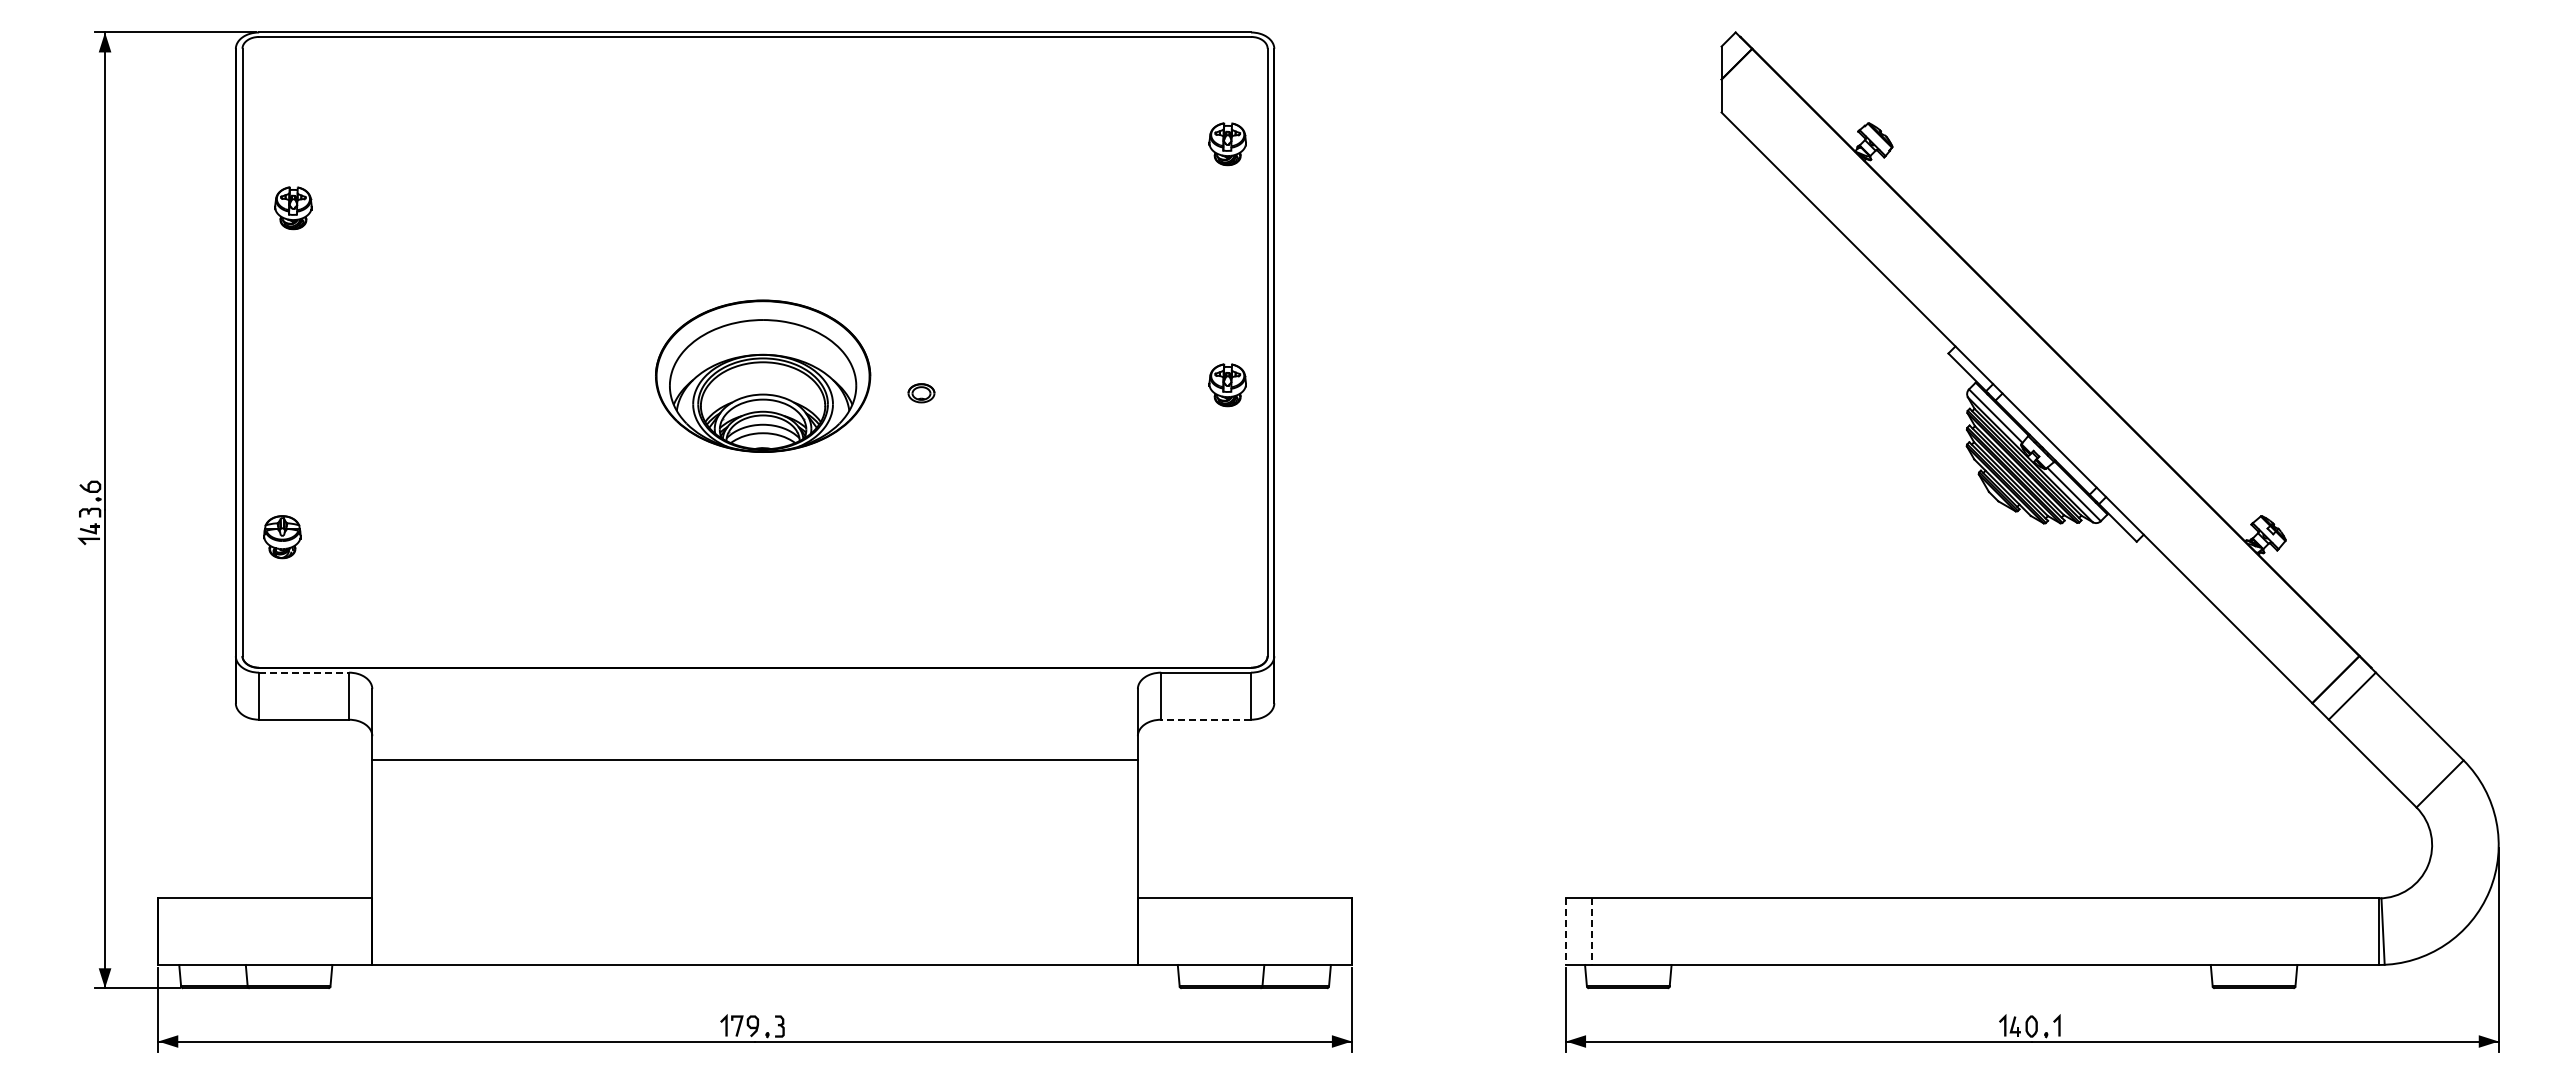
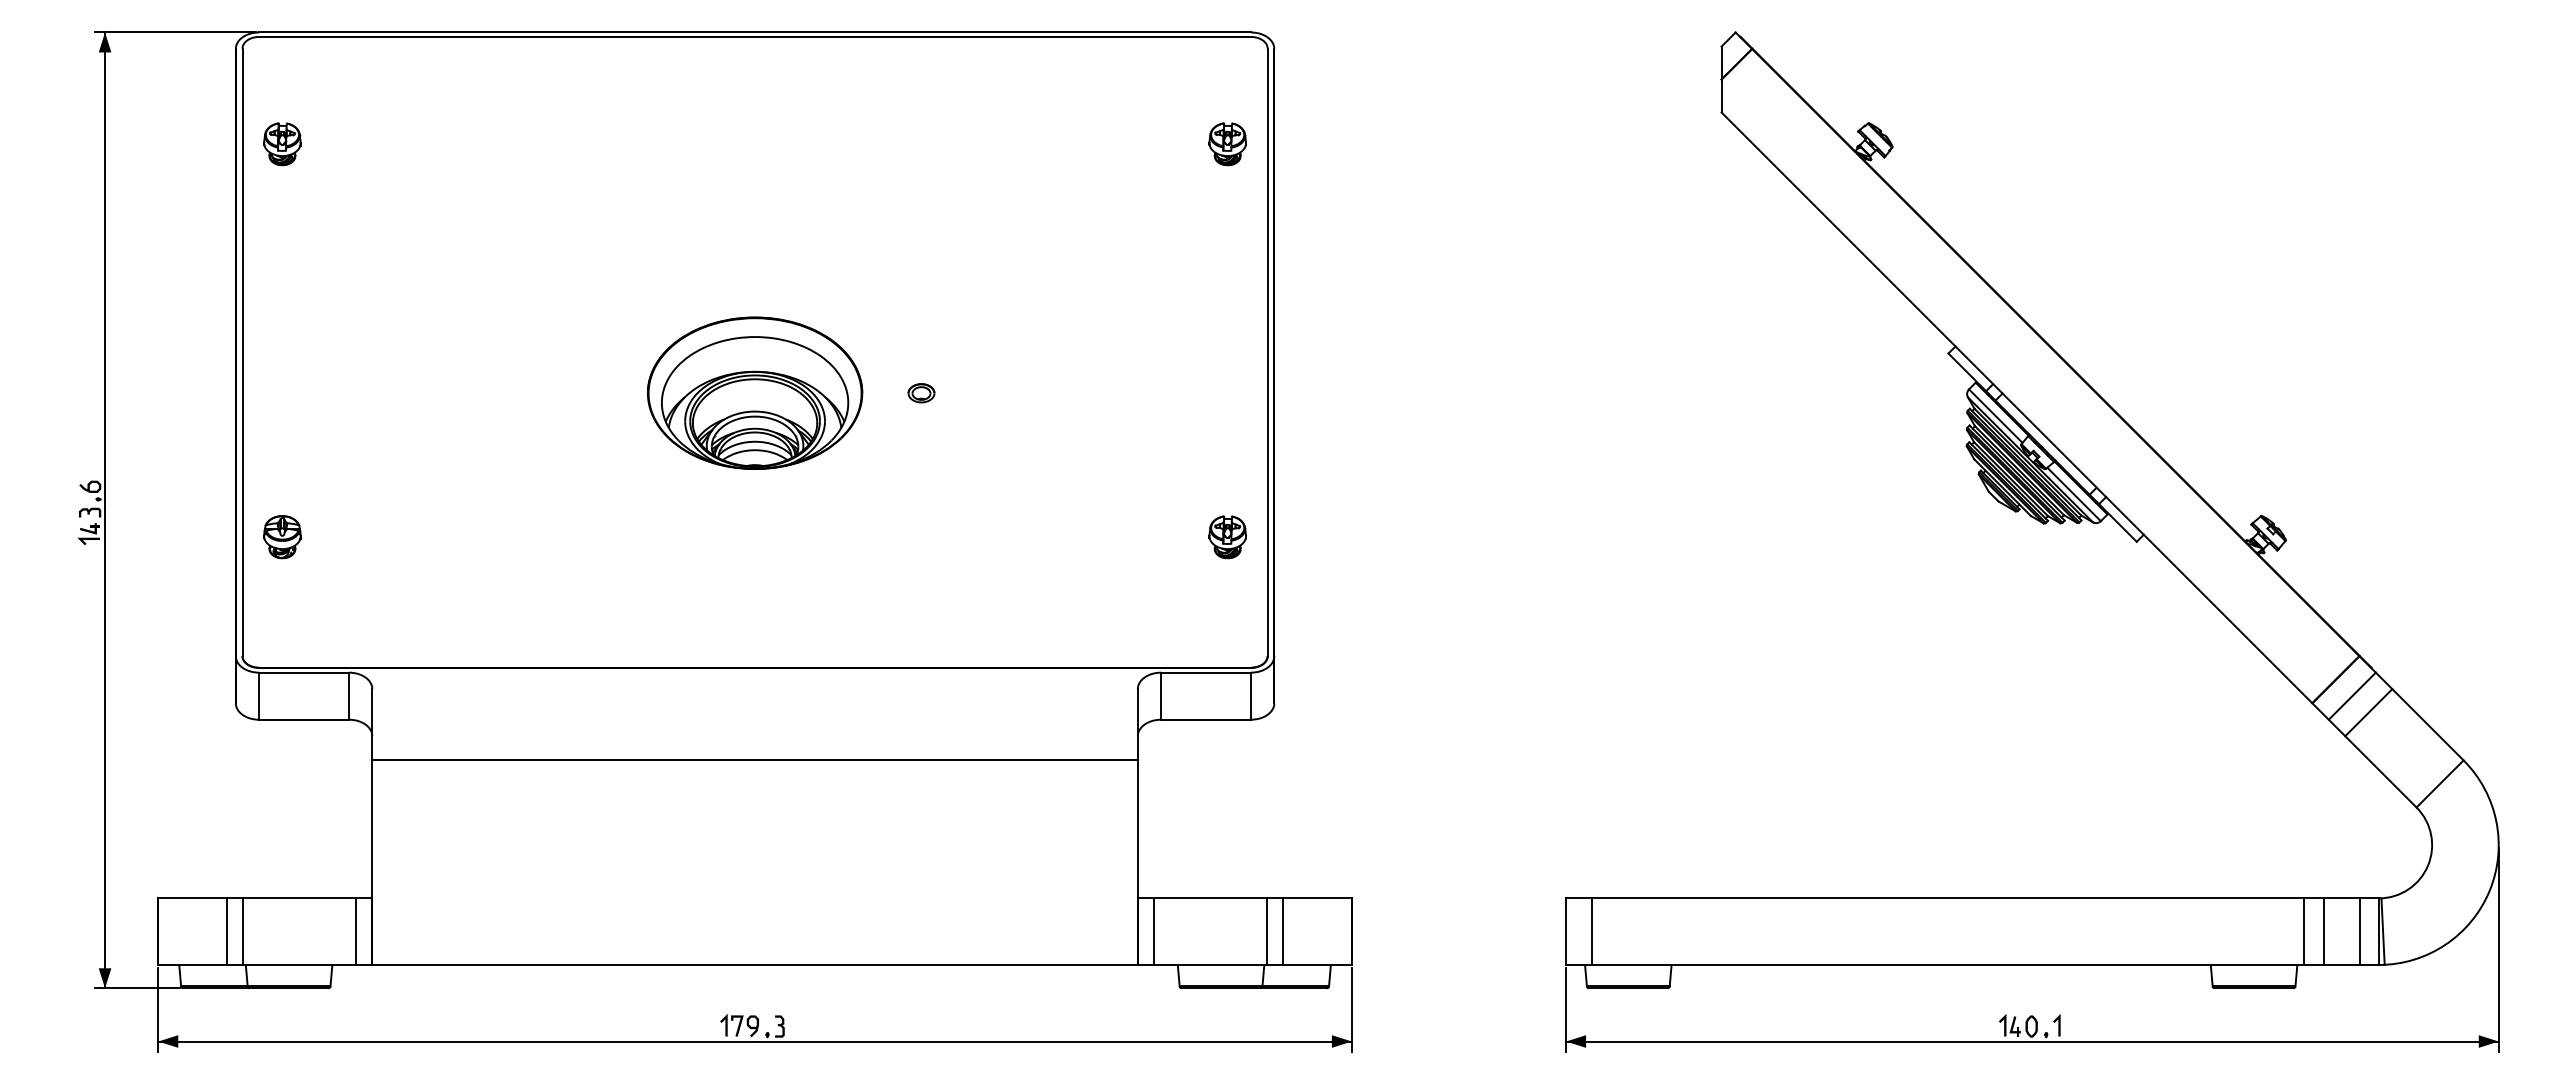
part at (293, 208) position: (293, 208) -> (282, 144)
part at (763, 375) position: (763, 375) -> (755, 392)
part at (1227, 385) position: (1227, 385) -> (1227, 537)
line at (304, 672): dashed -> solid
line at (2368, 712): none -> present
line at (1206, 719): dashed -> solid
line at (226, 931): none -> present
line at (242, 931): none -> present
line at (356, 931): none -> present
line at (1153, 931): none -> present
line at (1267, 931): none -> present
line at (1283, 931): none -> present
line at (2303, 931): none -> present
line at (2323, 931): none -> present
line at (2360, 931): none -> present
line at (1566, 932): dashed -> solid
line at (1591, 932): dashed -> solid
